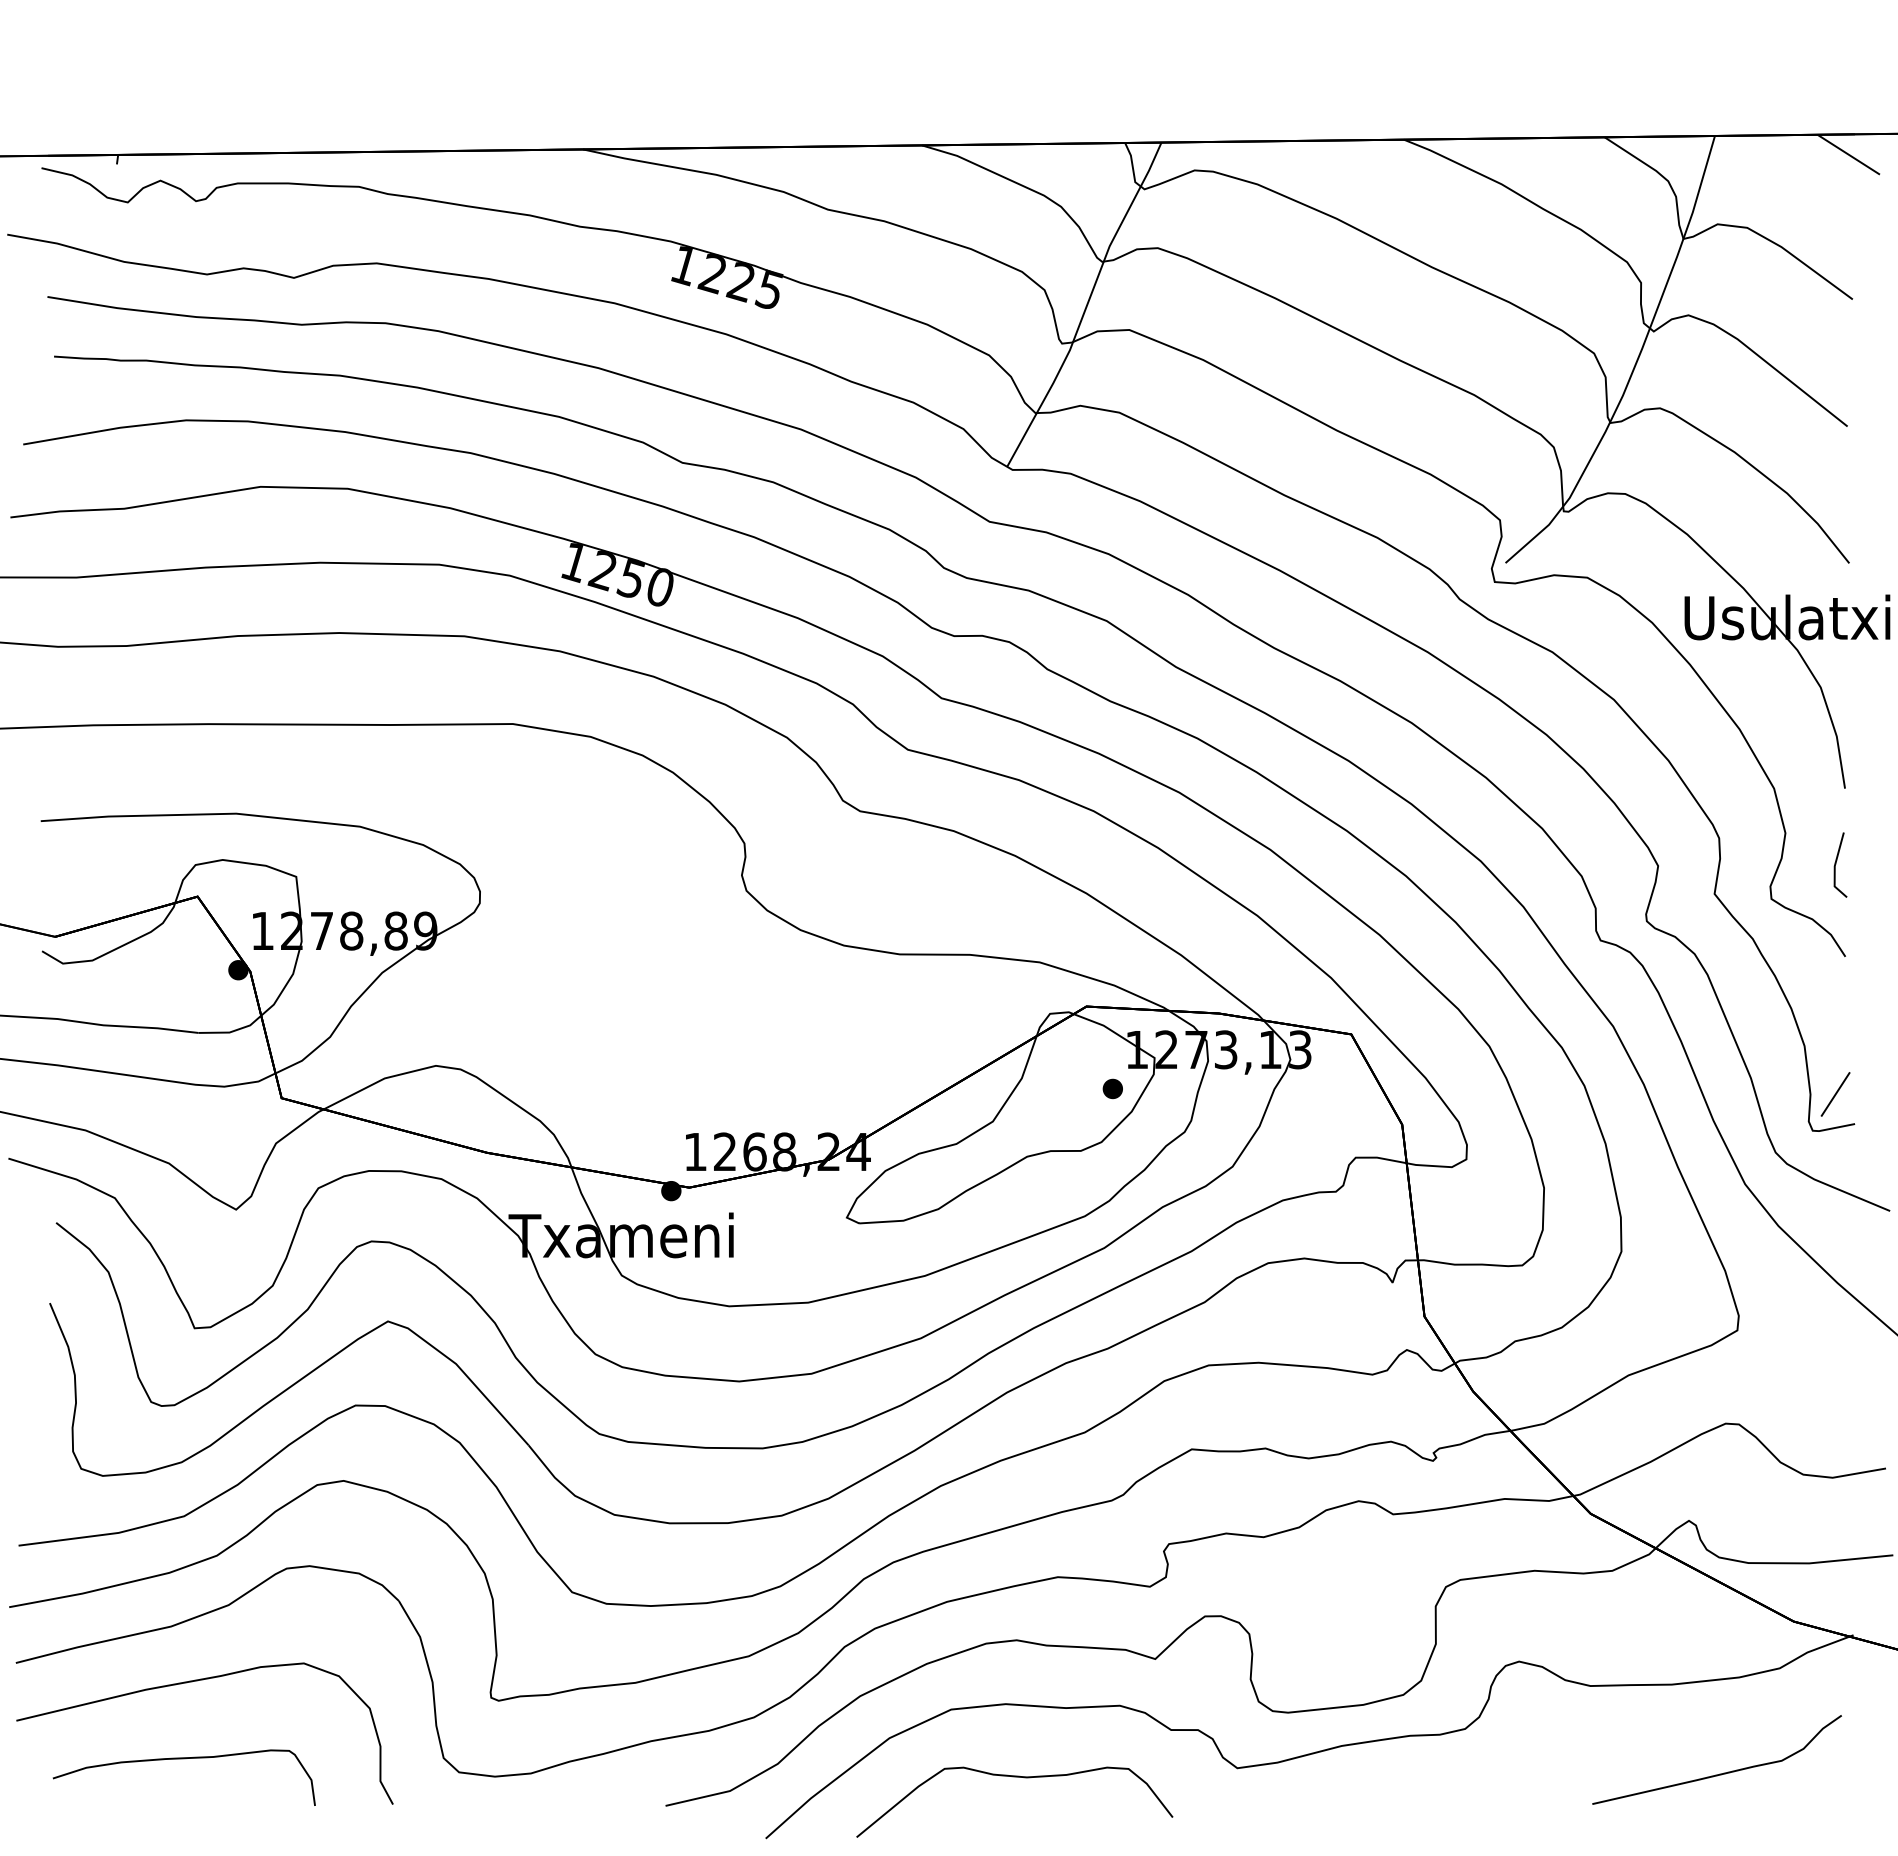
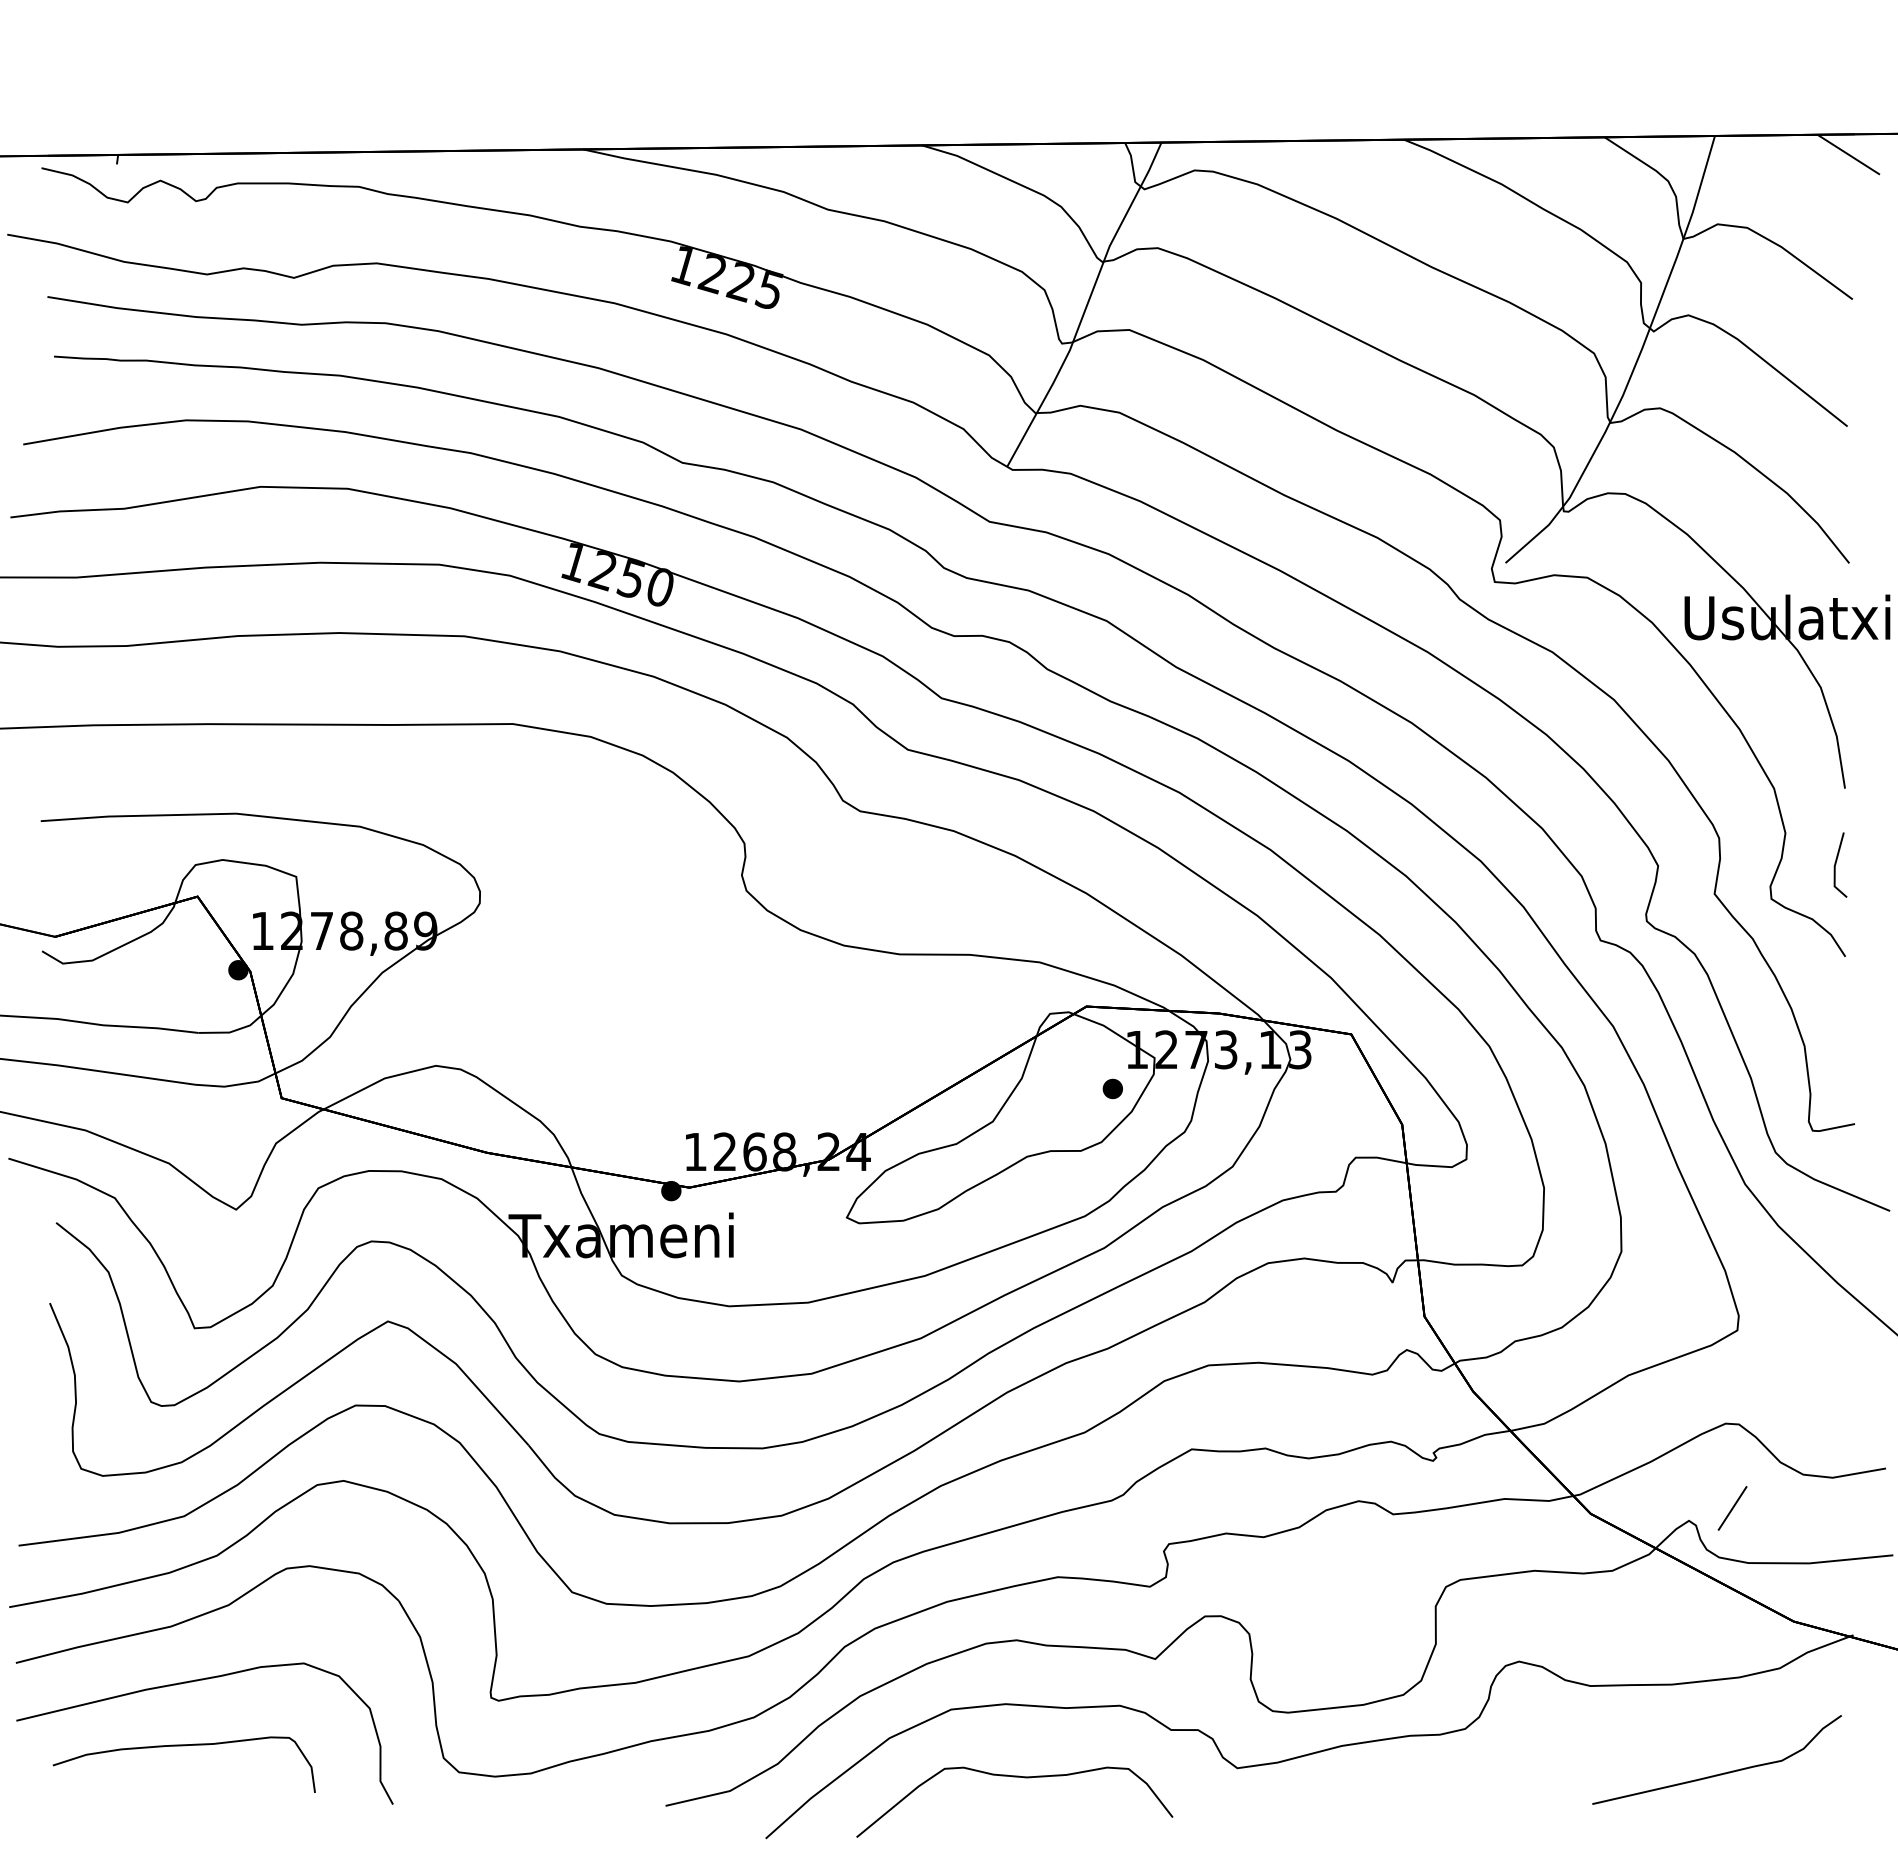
line at (1835, 1094) position: (1835, 1094) -> (1732, 1508)
curve at (183, 1759) position: (183, 1759) -> (183, 1746)
